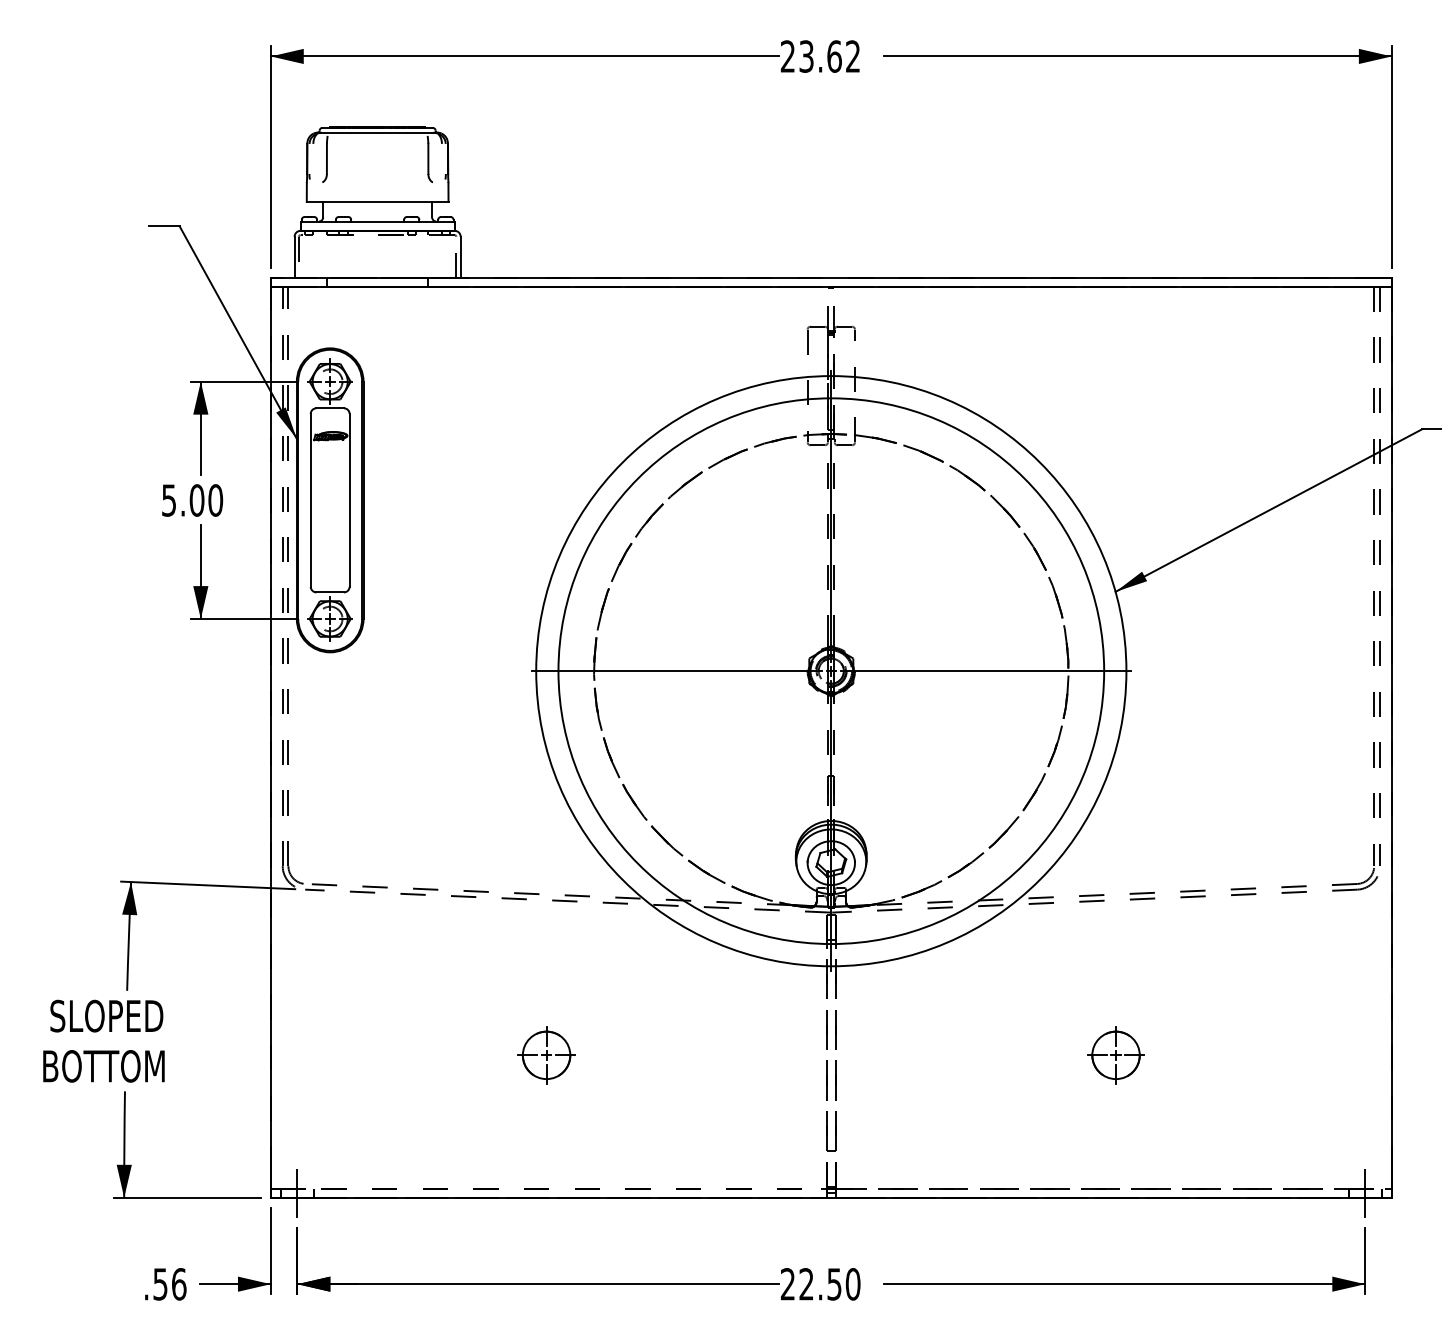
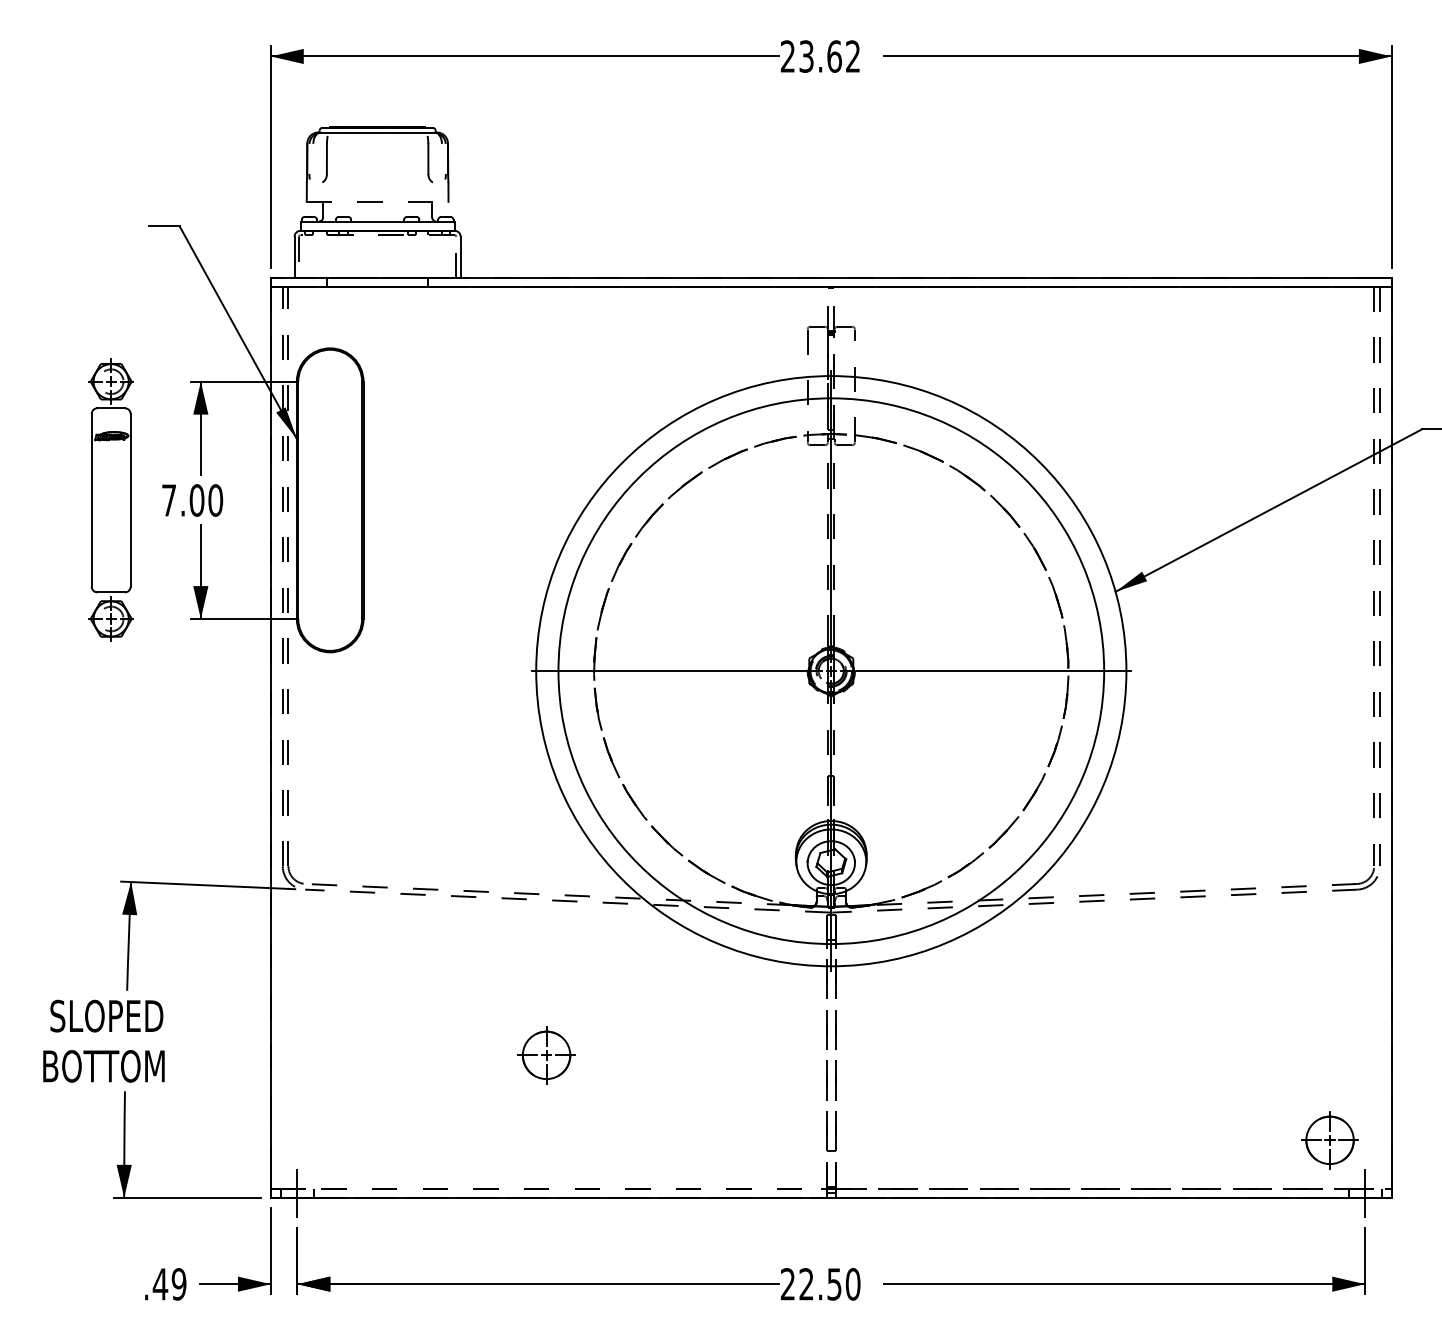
line at (377, 201): solid -> dashed
part at (329, 499) position: (329, 499) -> (110, 499)
text at (168, 500): 5.00 -> 7.00
part at (1115, 1055) position: (1115, 1055) -> (1329, 1140)
text at (169, 1284): .56 -> .49
